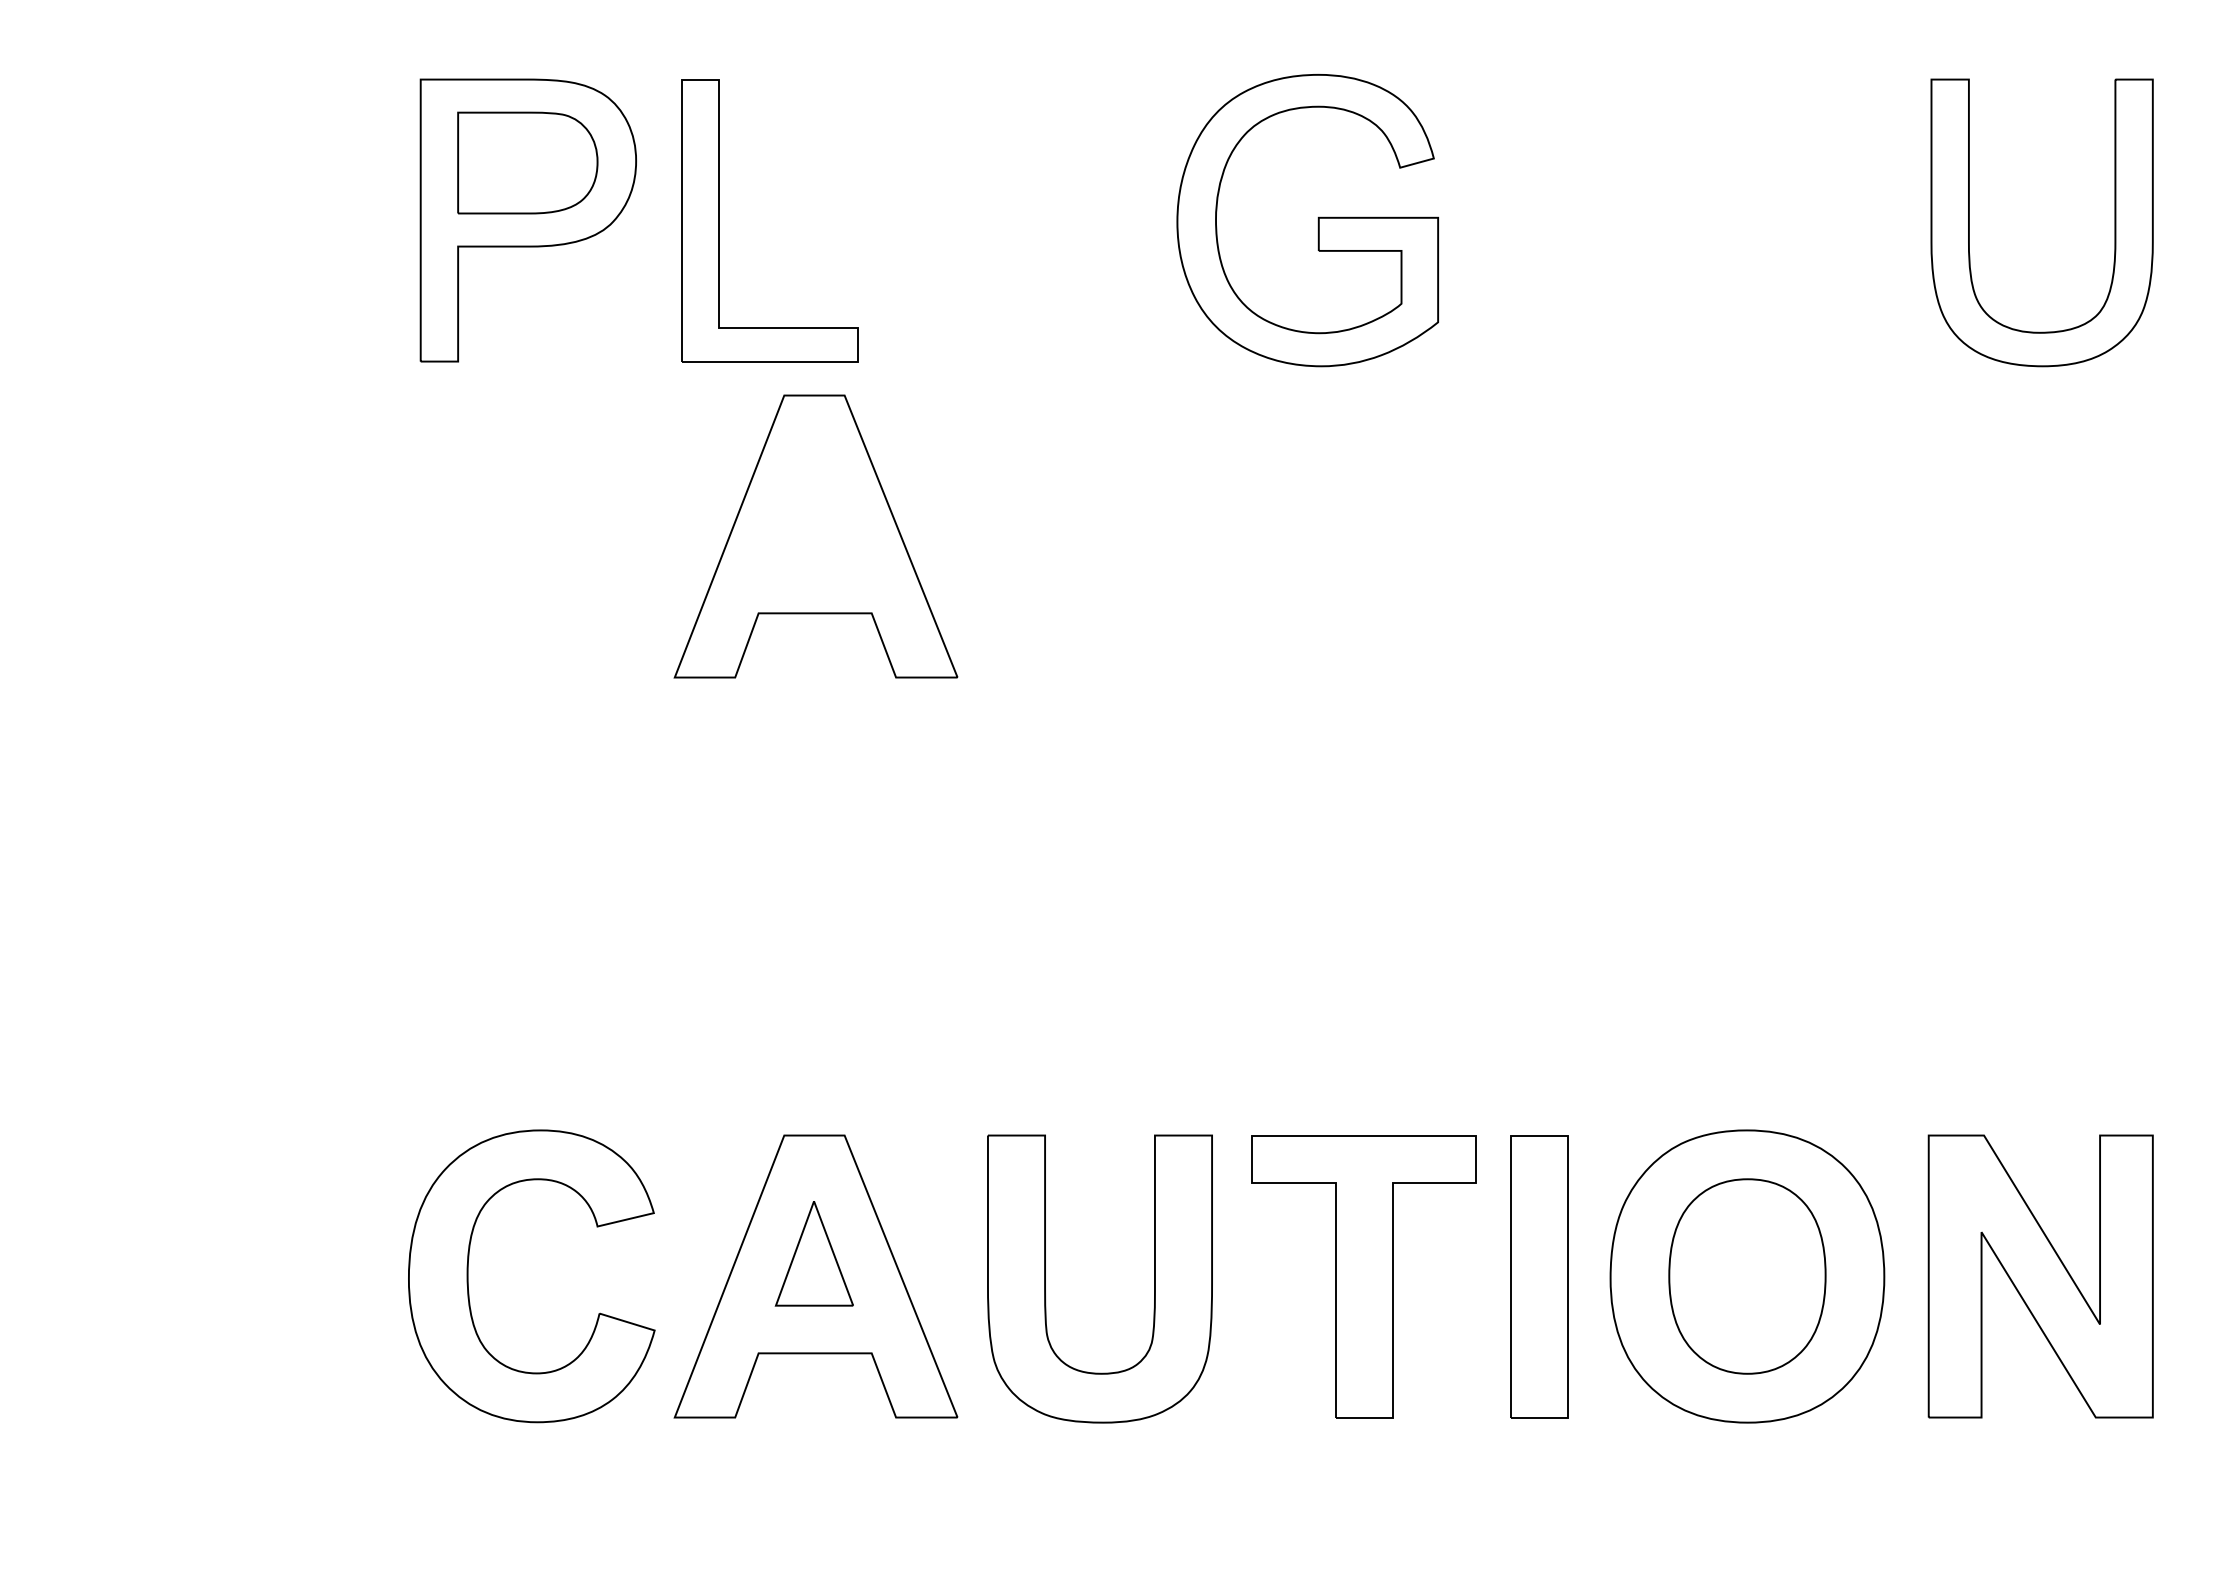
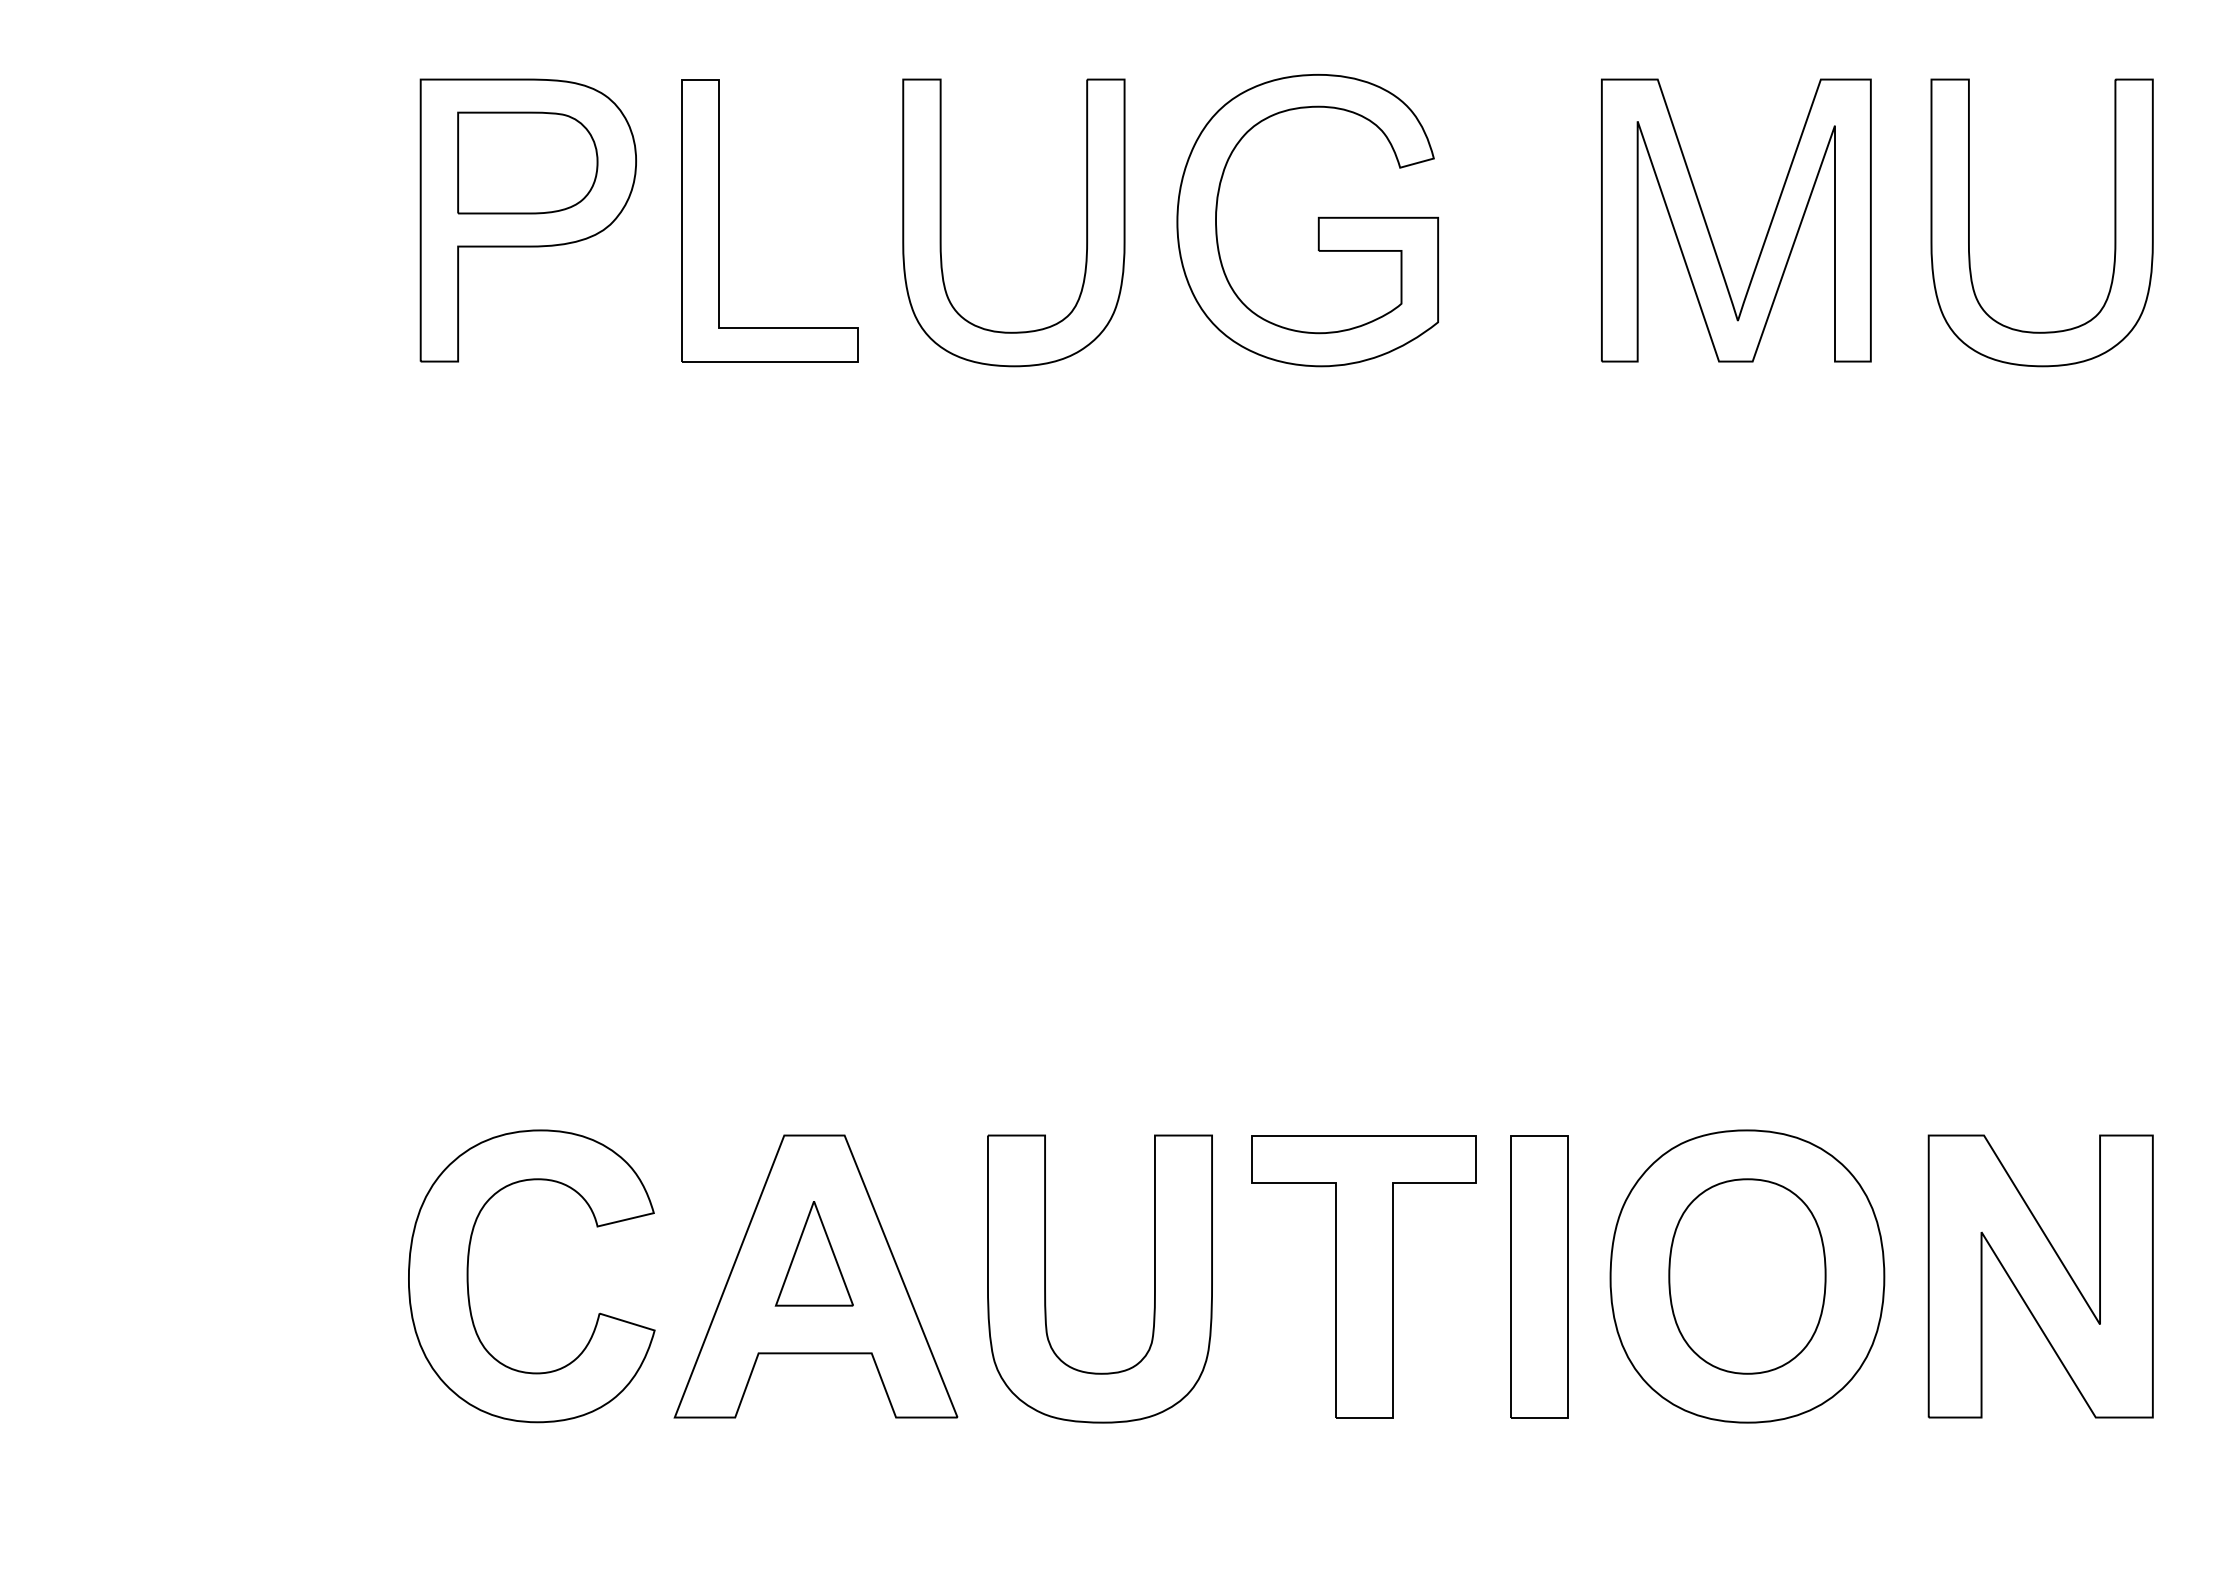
part at (941, 222): none -> present
part at (1709, 230): none -> present
part at (815, 536): present -> none
